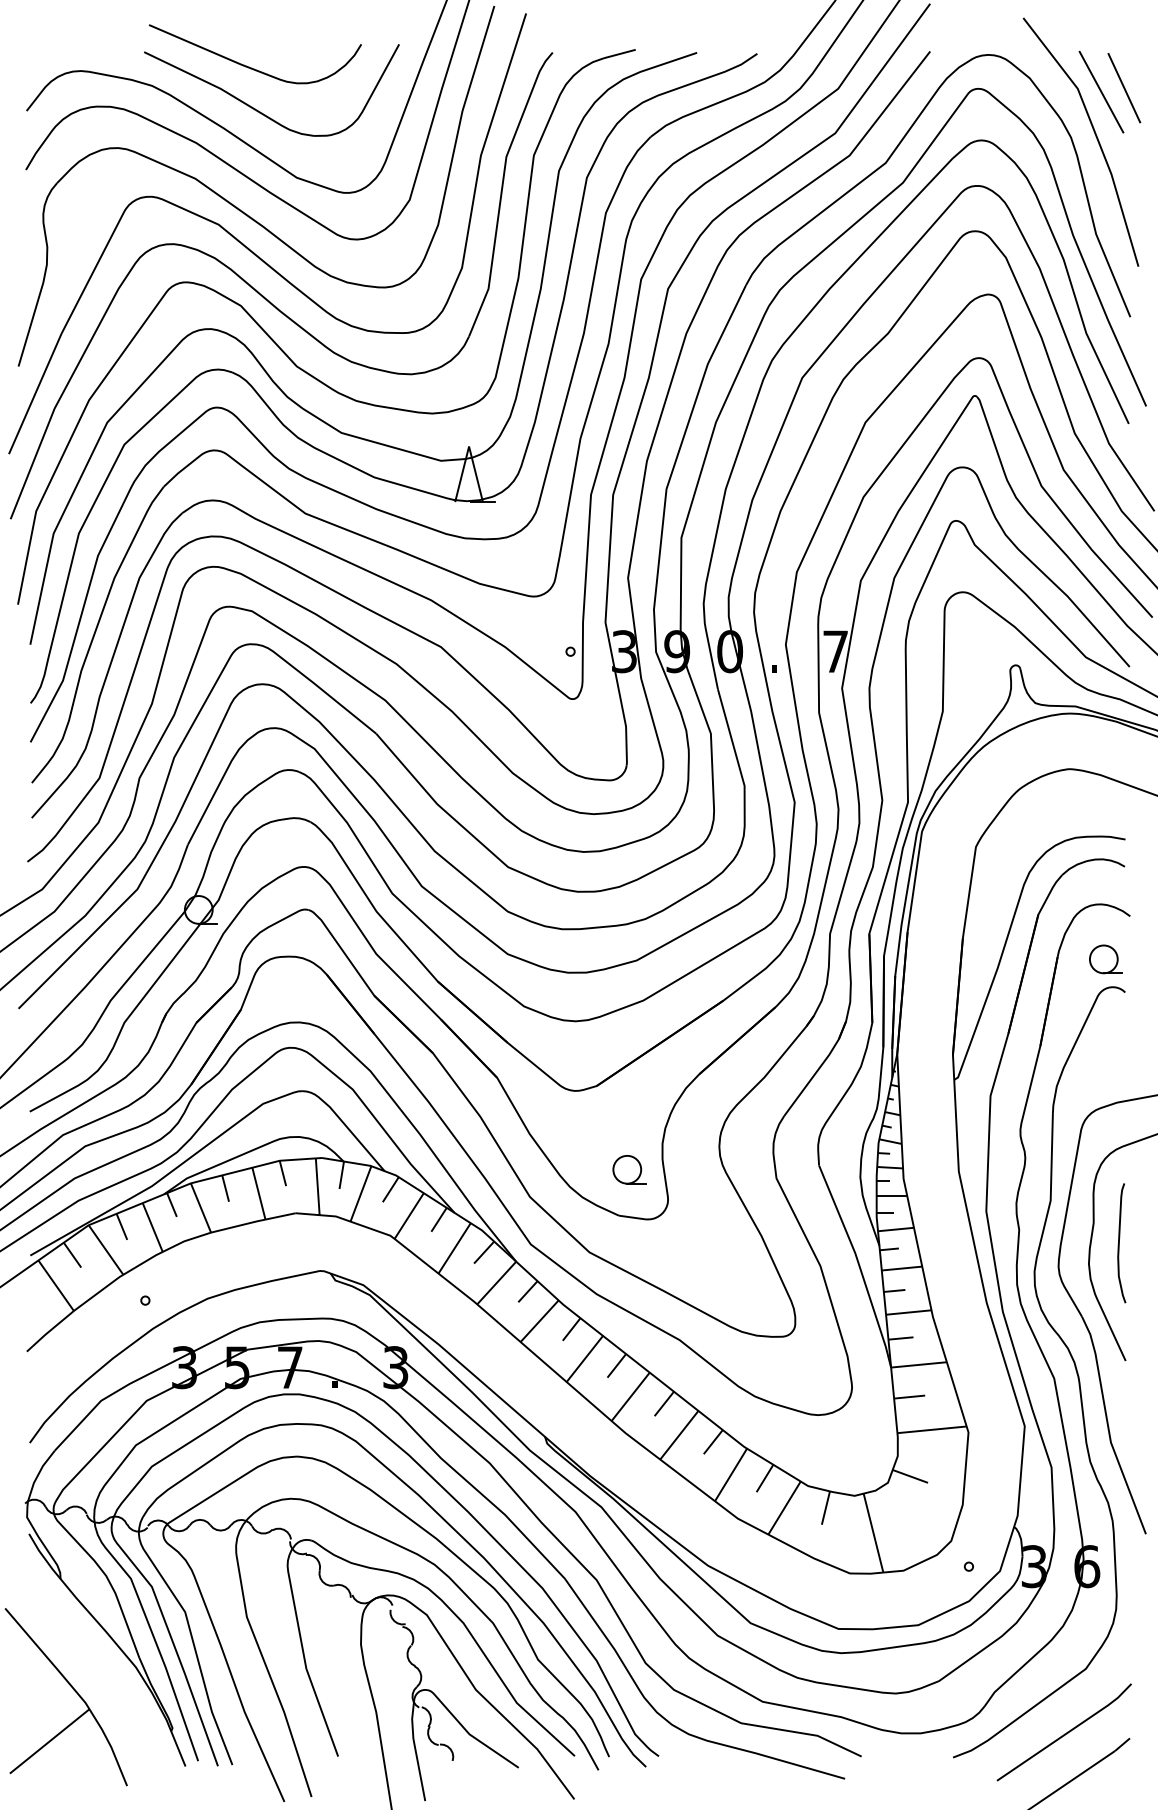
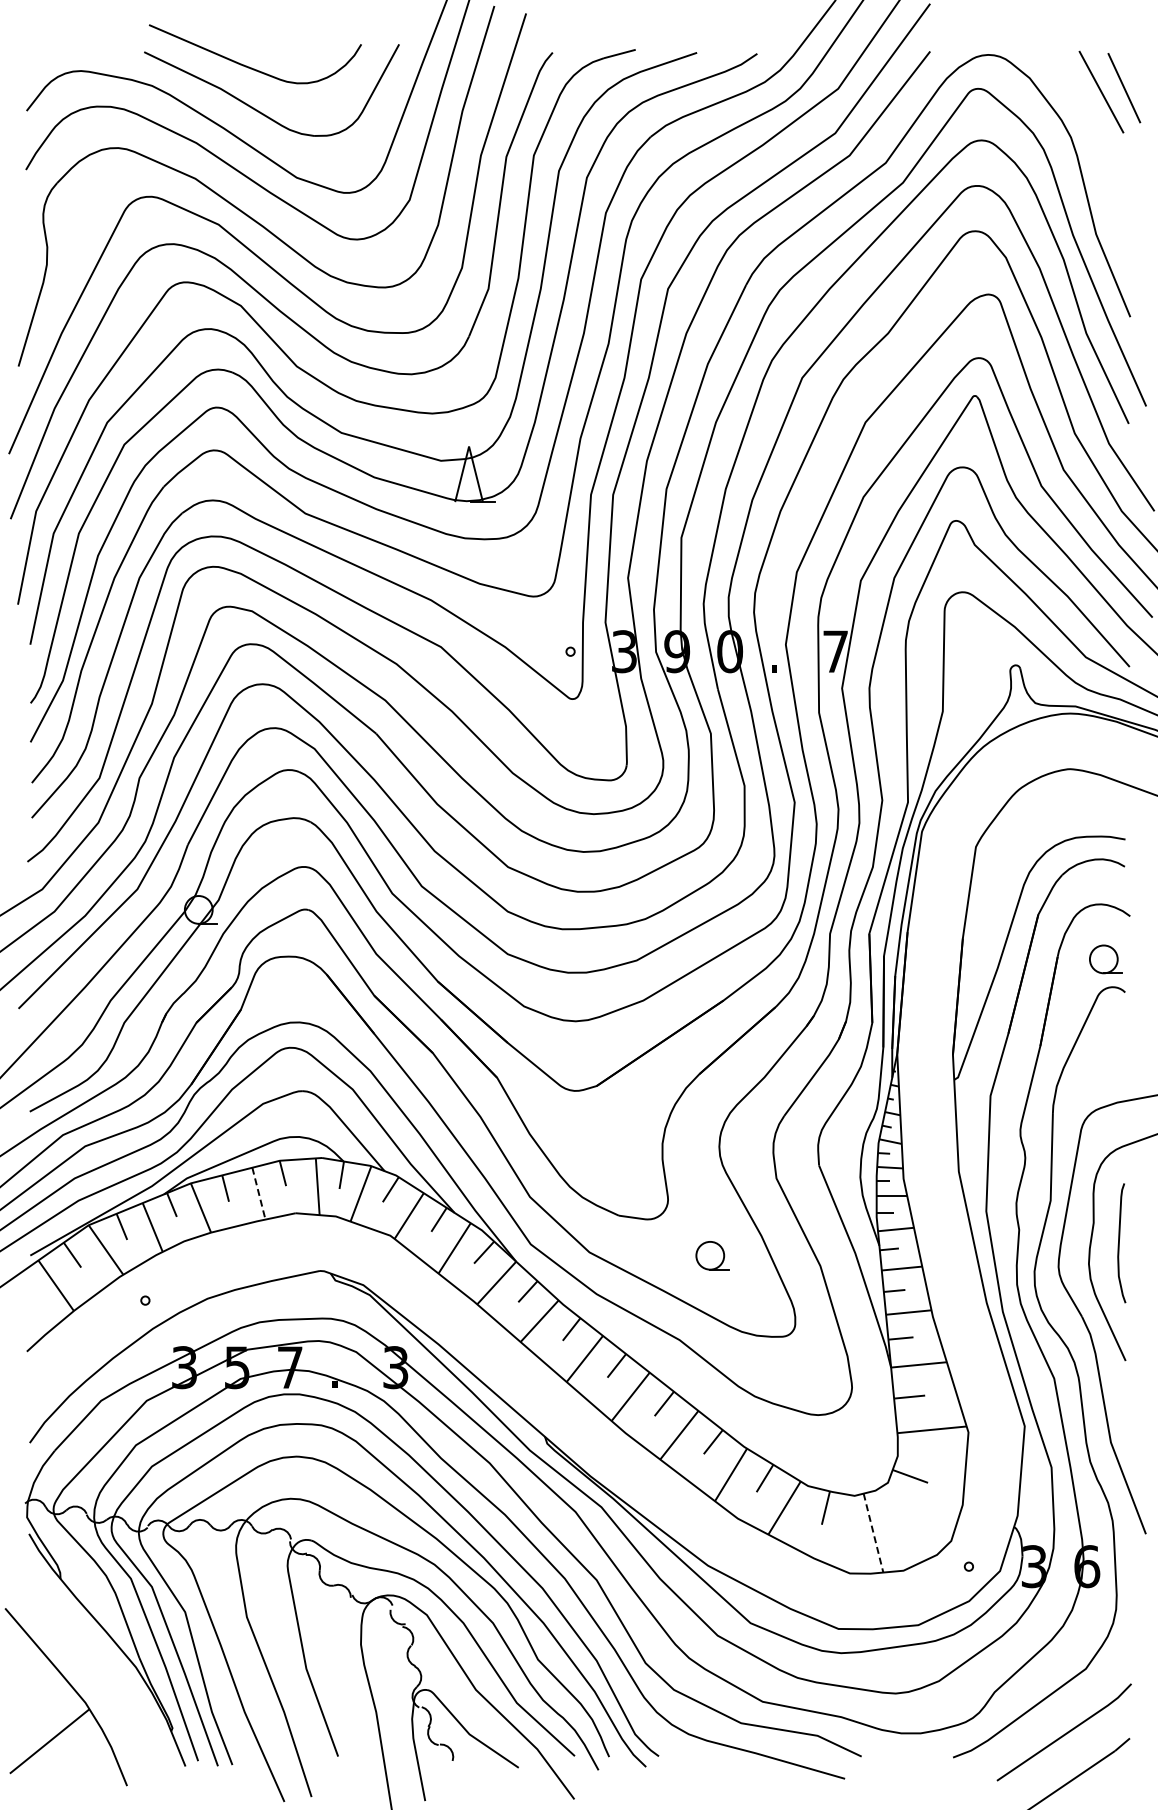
line at (1094, 134): present -> none
part at (629, 1169) position: (629, 1169) -> (712, 1255)
line at (258, 1193): solid -> dashed
line at (873, 1533): solid -> dashed
